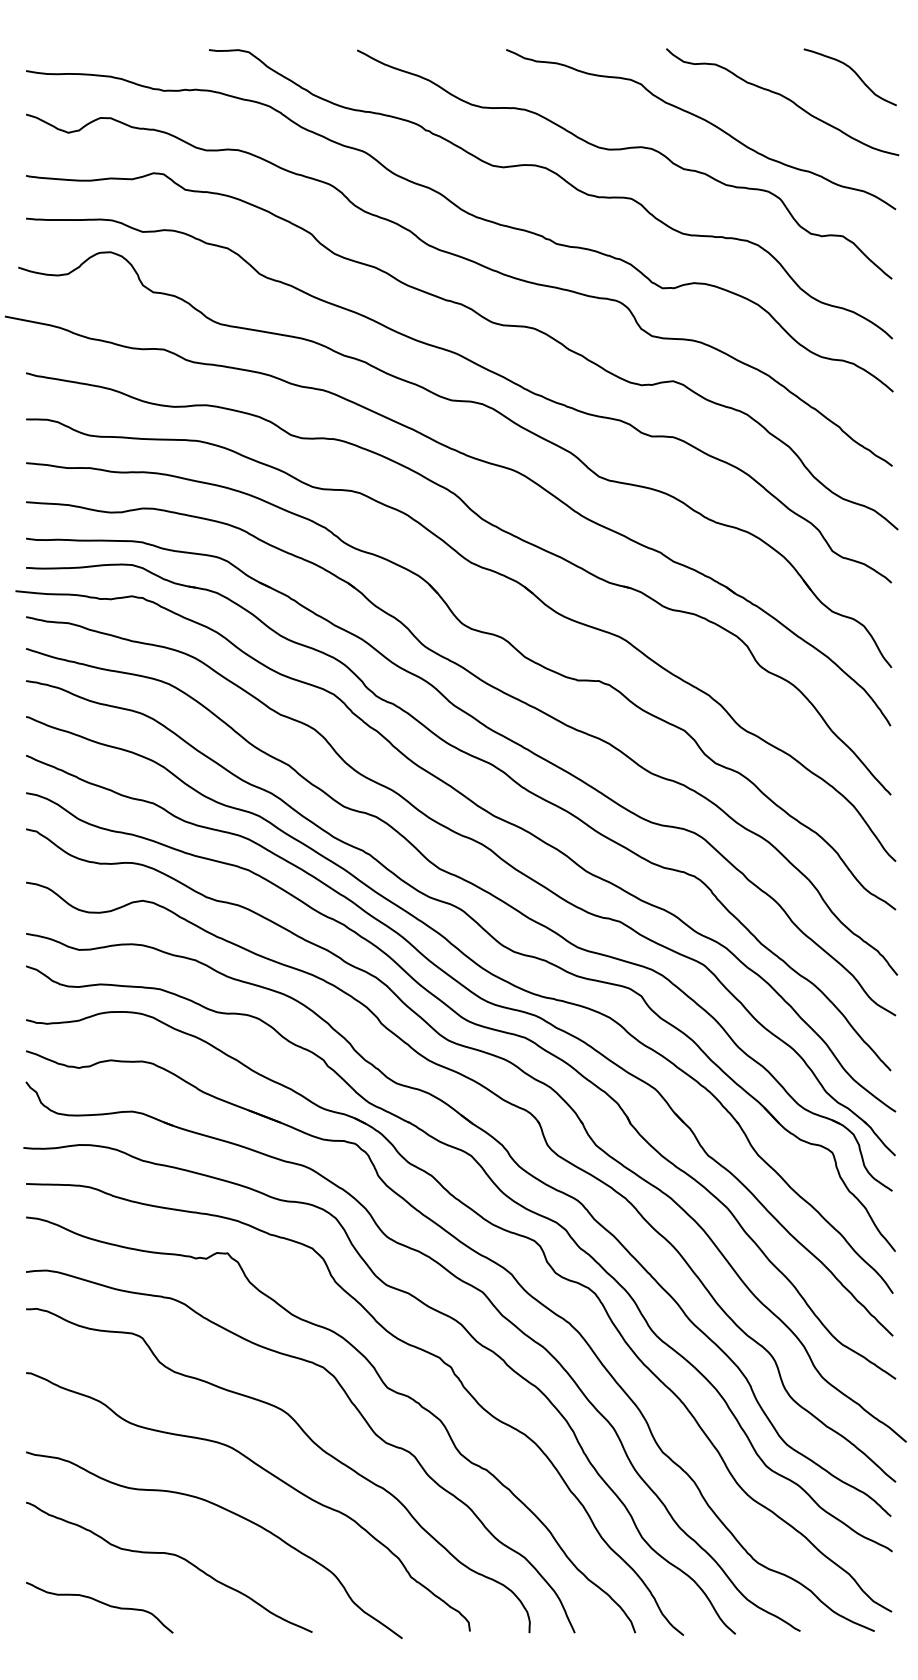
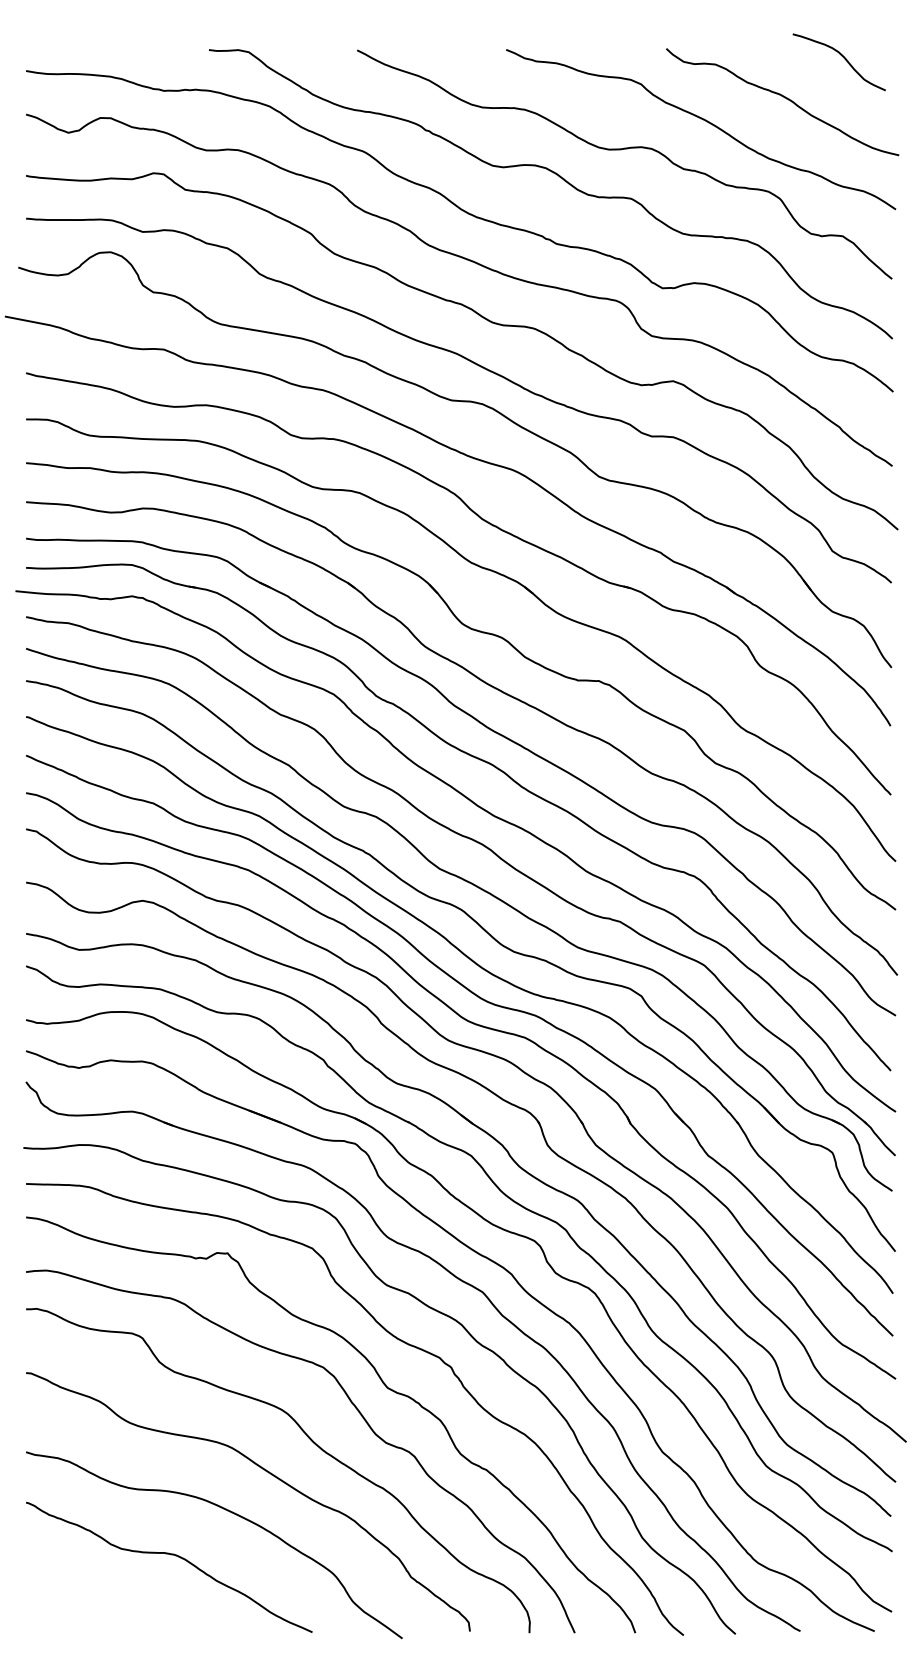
curve at (853, 72) position: (853, 72) -> (842, 57)
curve at (100, 1603): present -> none
